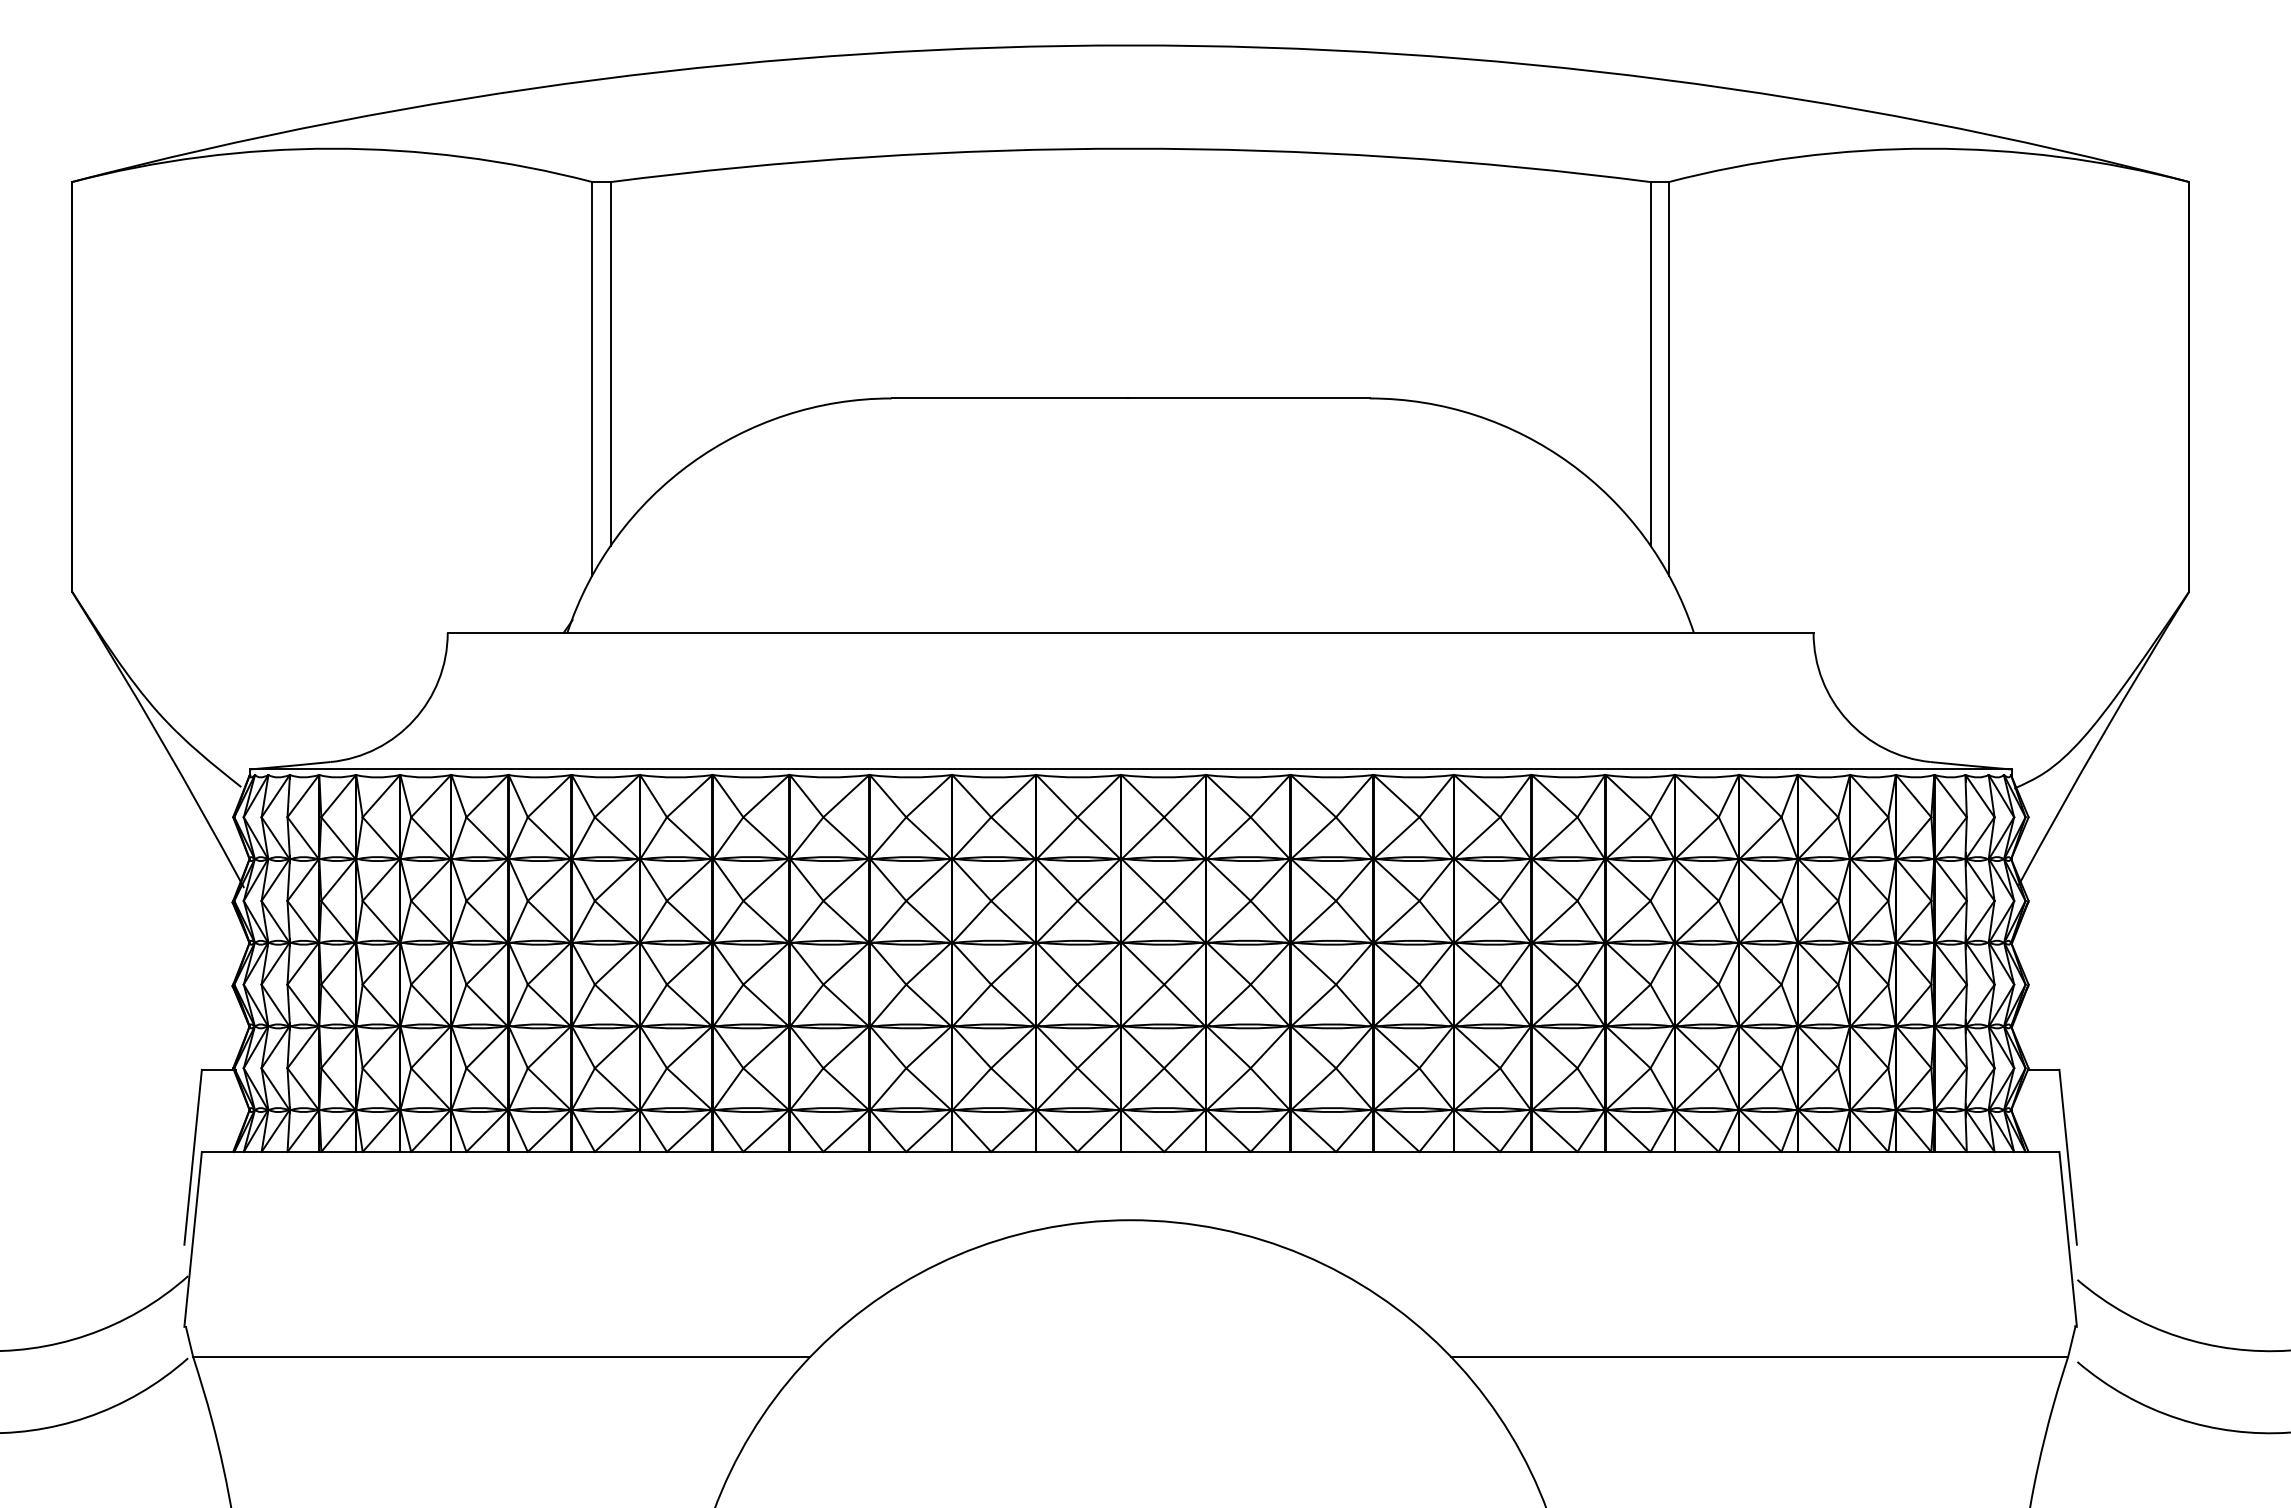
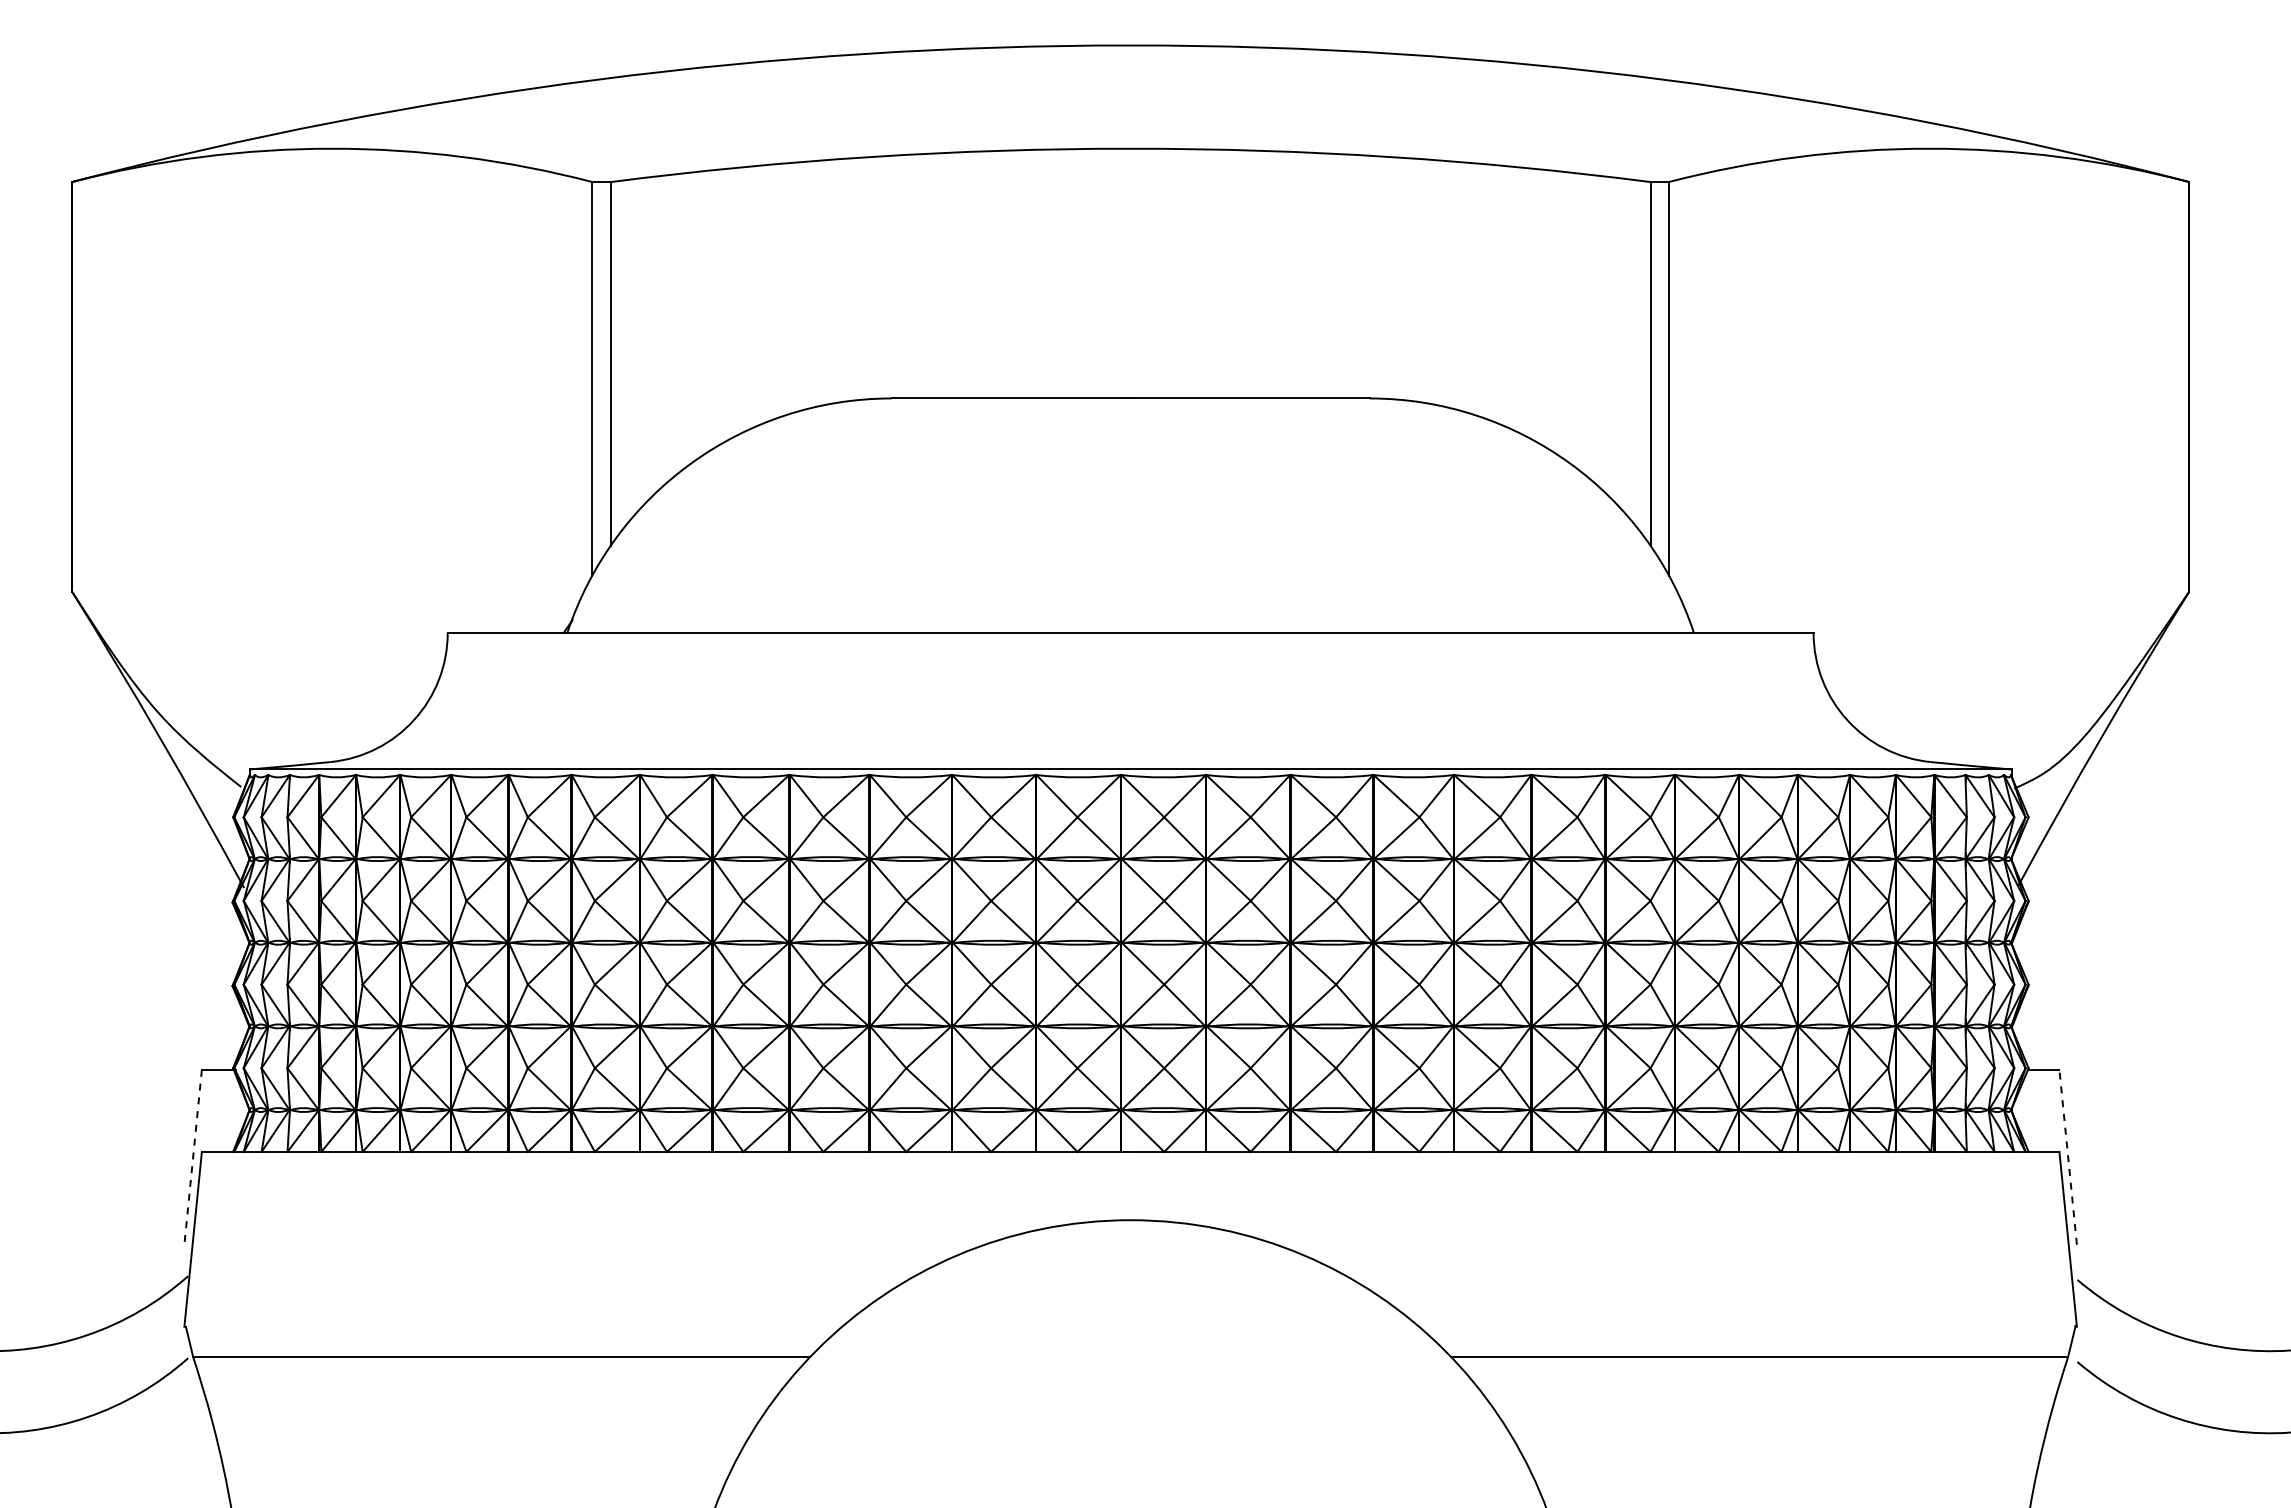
line at (193, 1157): solid -> dashed
line at (2068, 1157): solid -> dashed
